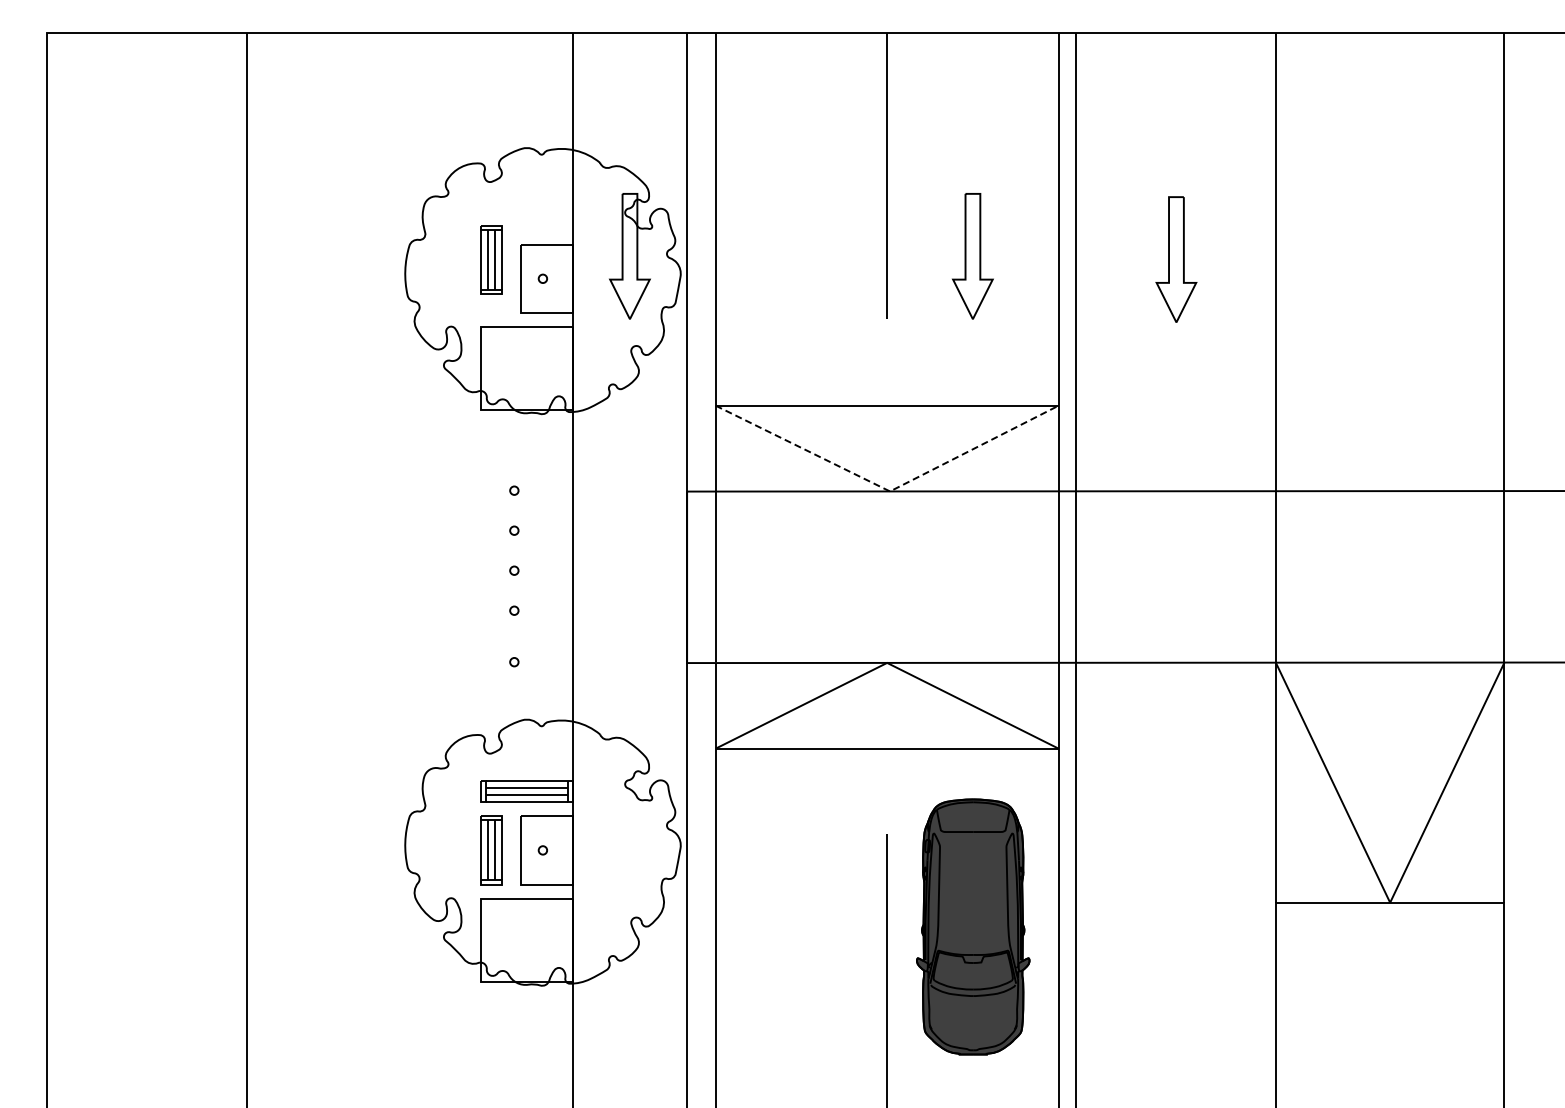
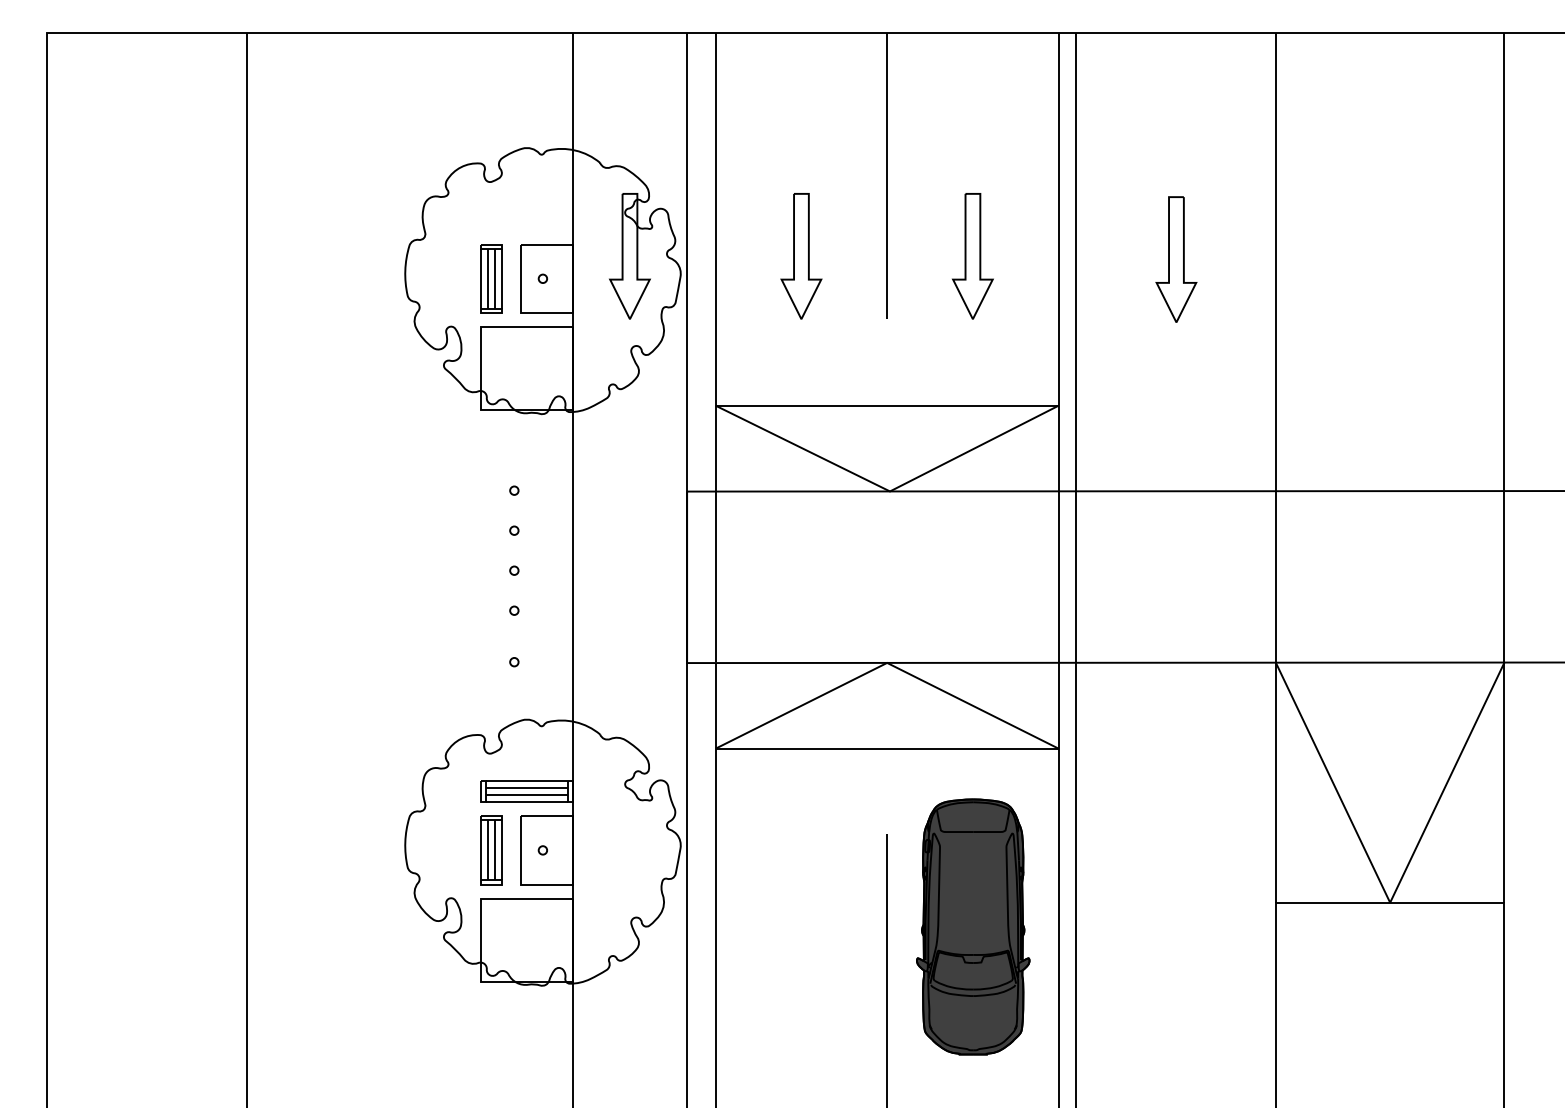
part at (801, 256): none -> present
part at (491, 259) position: (491, 259) -> (491, 278)
line at (888, 490): dashed -> solid
